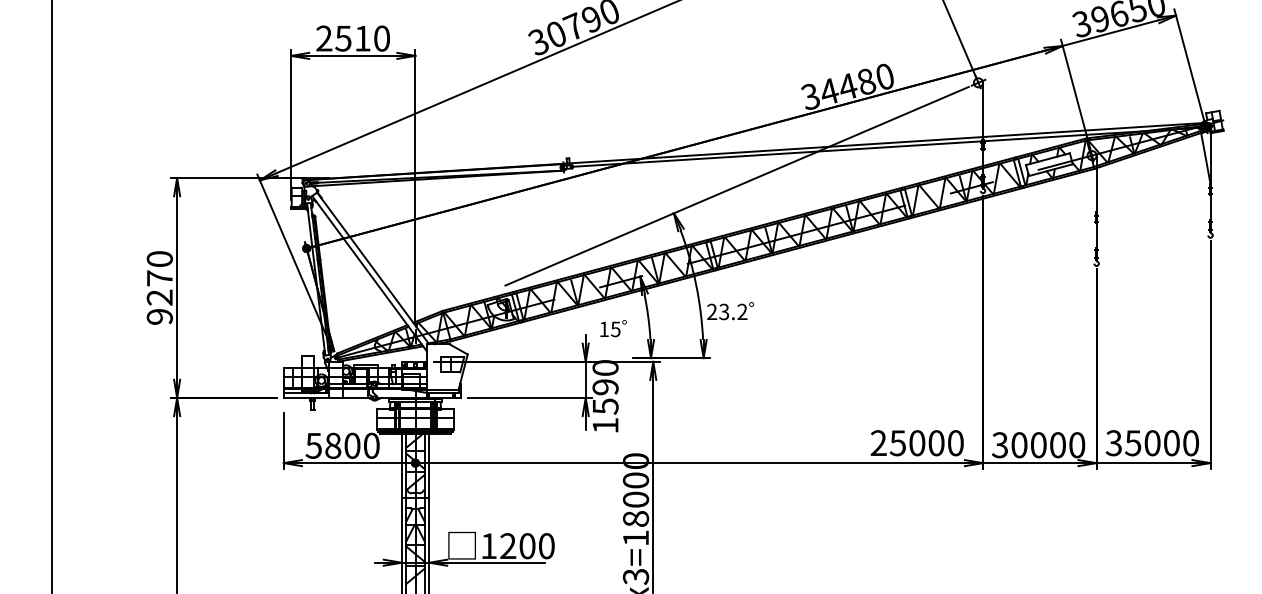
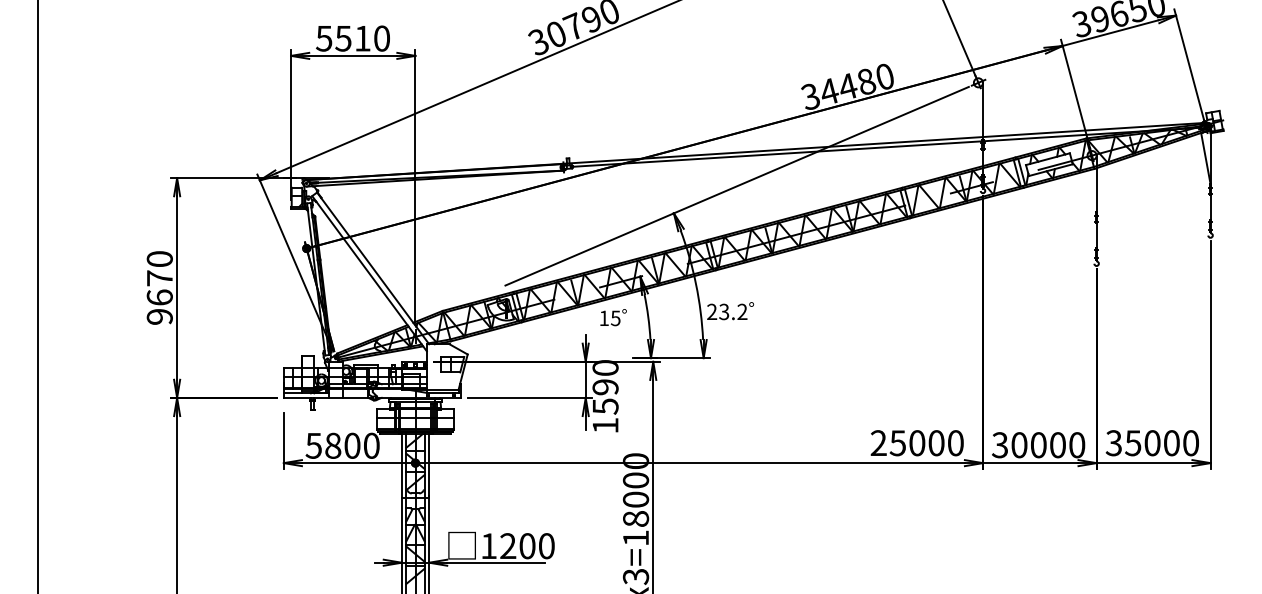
text at (324, 38): 2510 -> 5510
line at (51, 296) position: (51, 296) -> (37, 296)
text at (159, 297): 9270 -> 9670
text at (613, 328) position: (613, 328) -> (613, 317)
